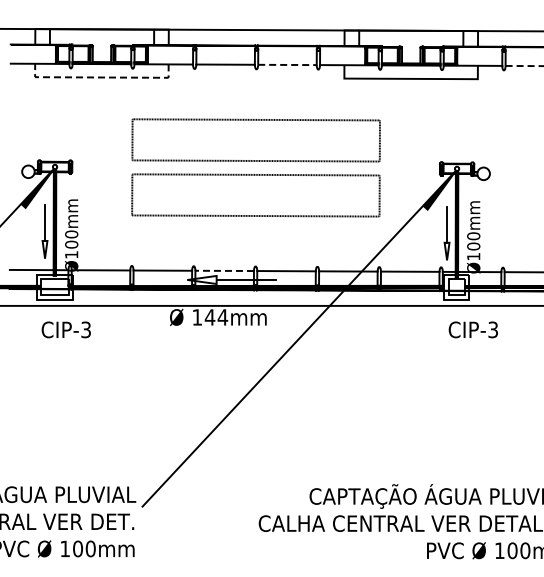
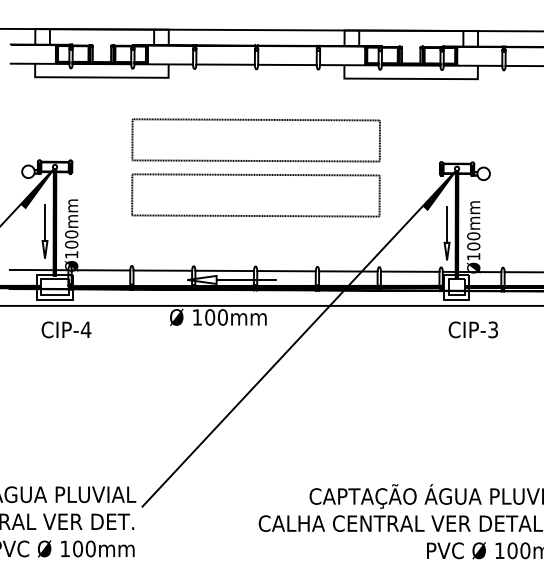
line at (287, 64): dashed -> solid
line at (524, 66): dashed -> solid
line at (101, 77): dashed -> solid
line at (224, 270): dashed -> solid
text at (216, 317): 144mm -> 100mm
text at (85, 329): CIP-3 -> CIP-4
